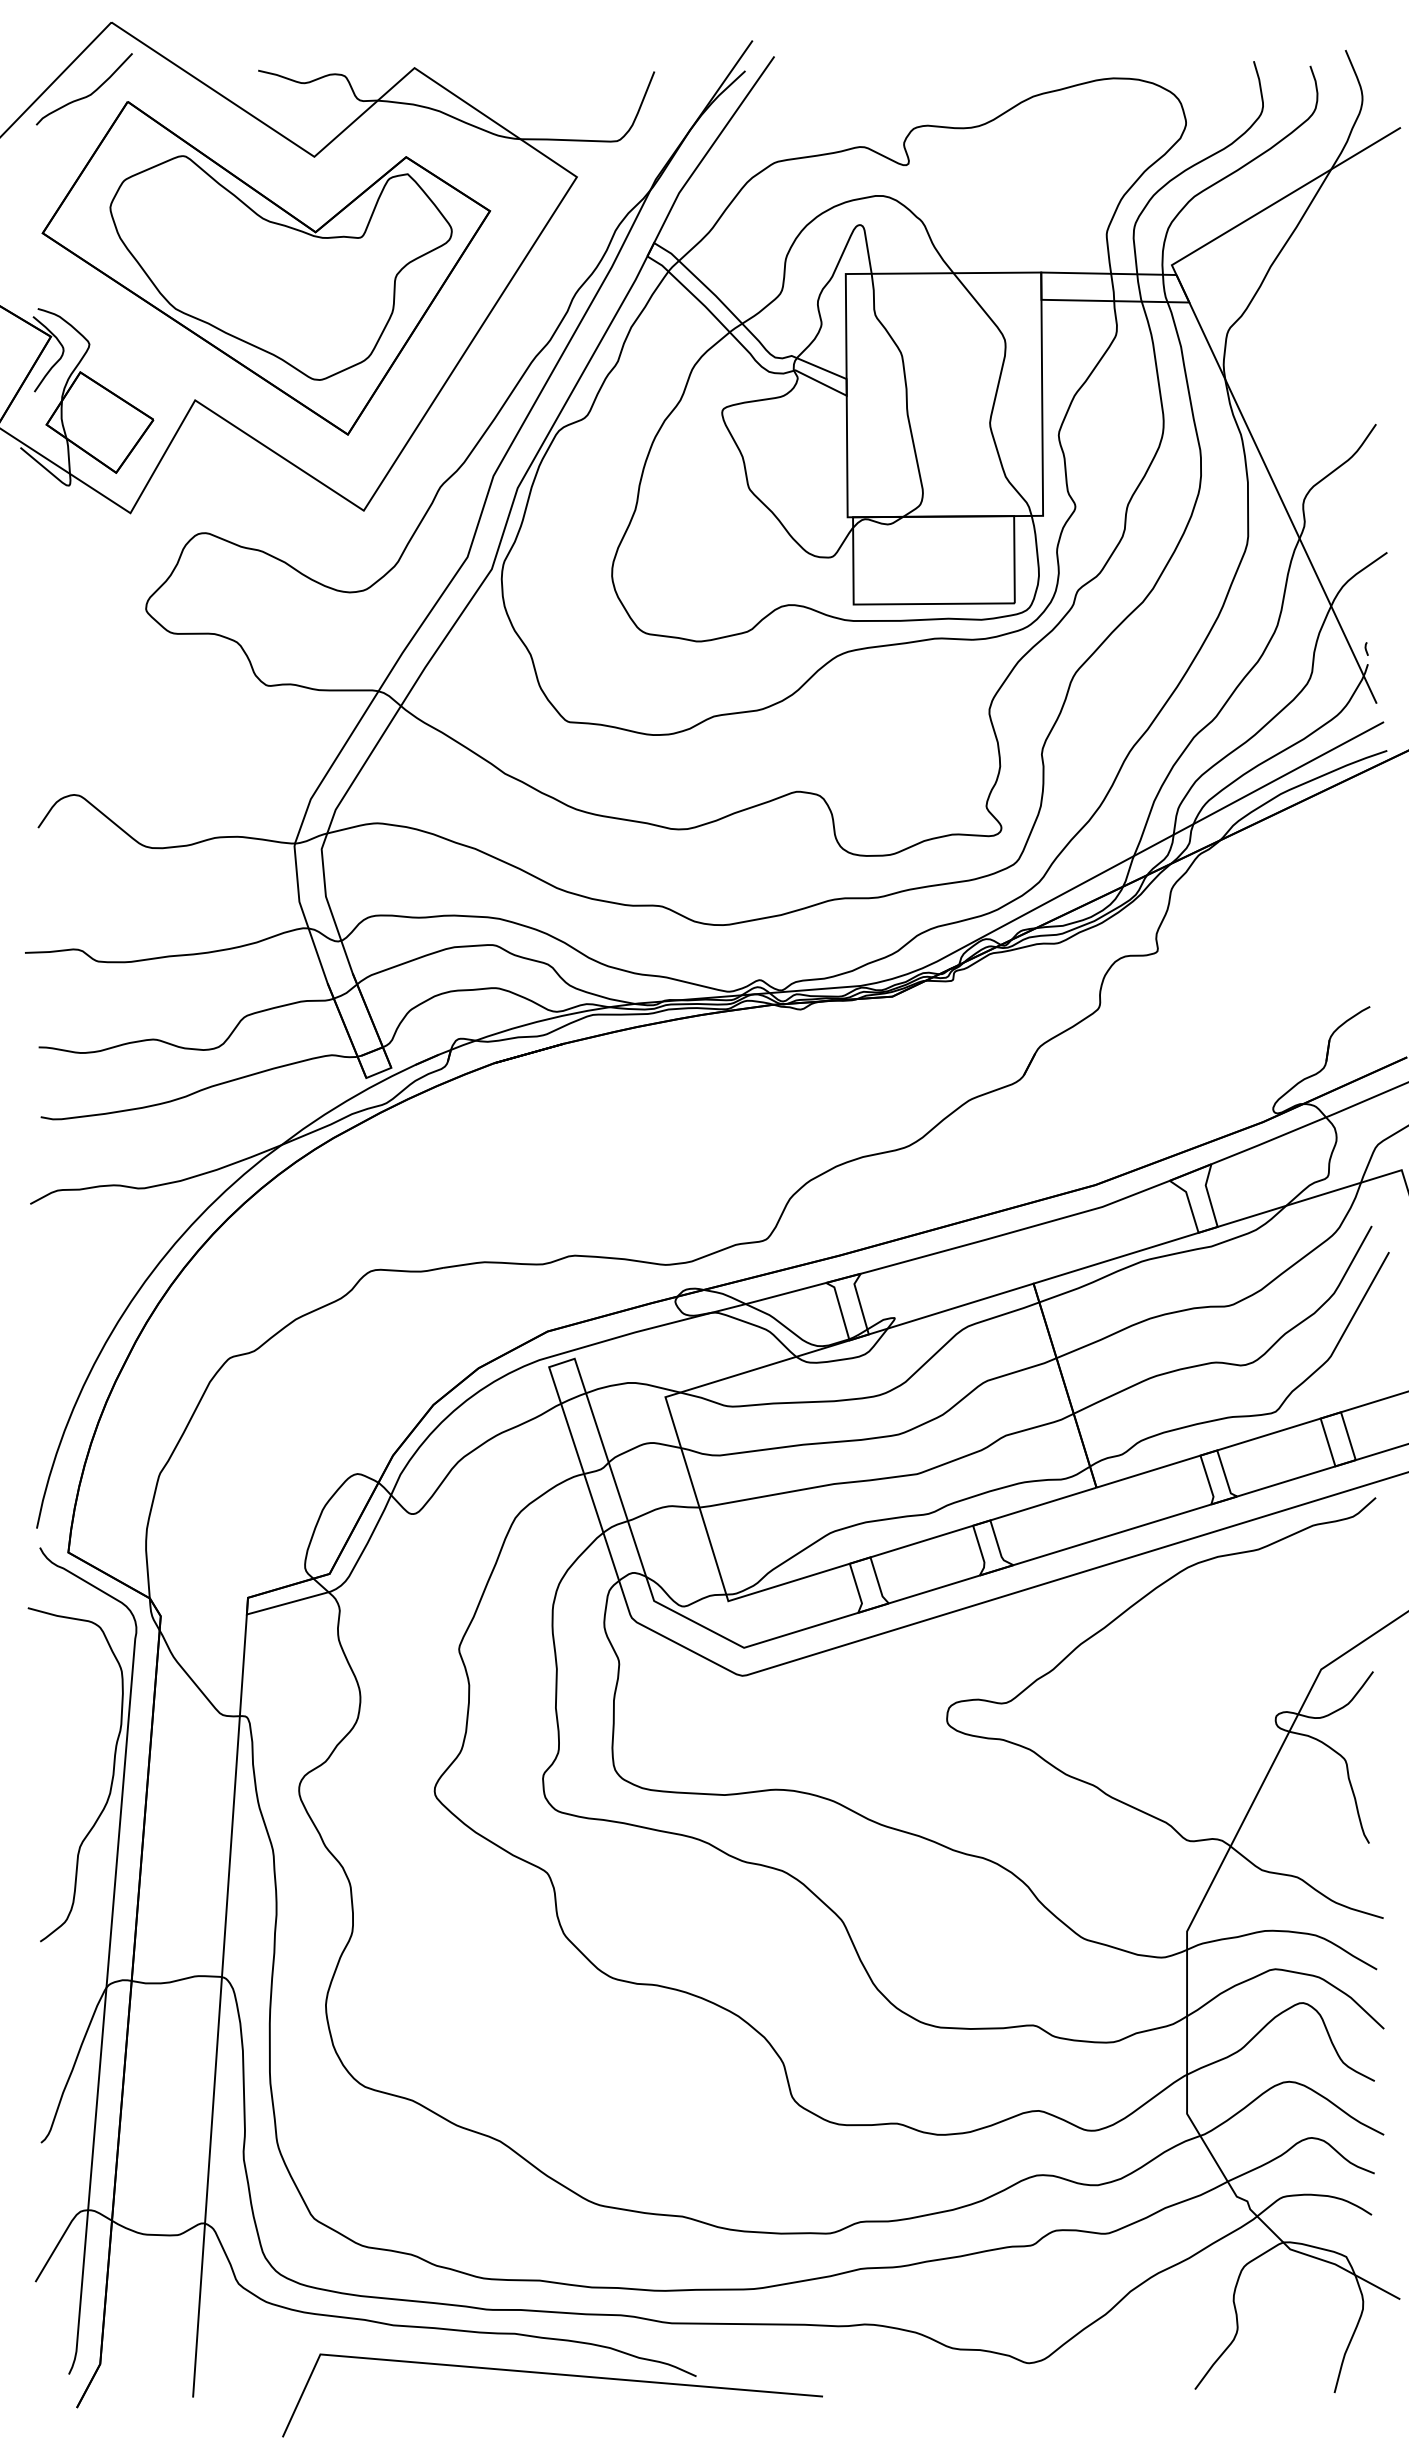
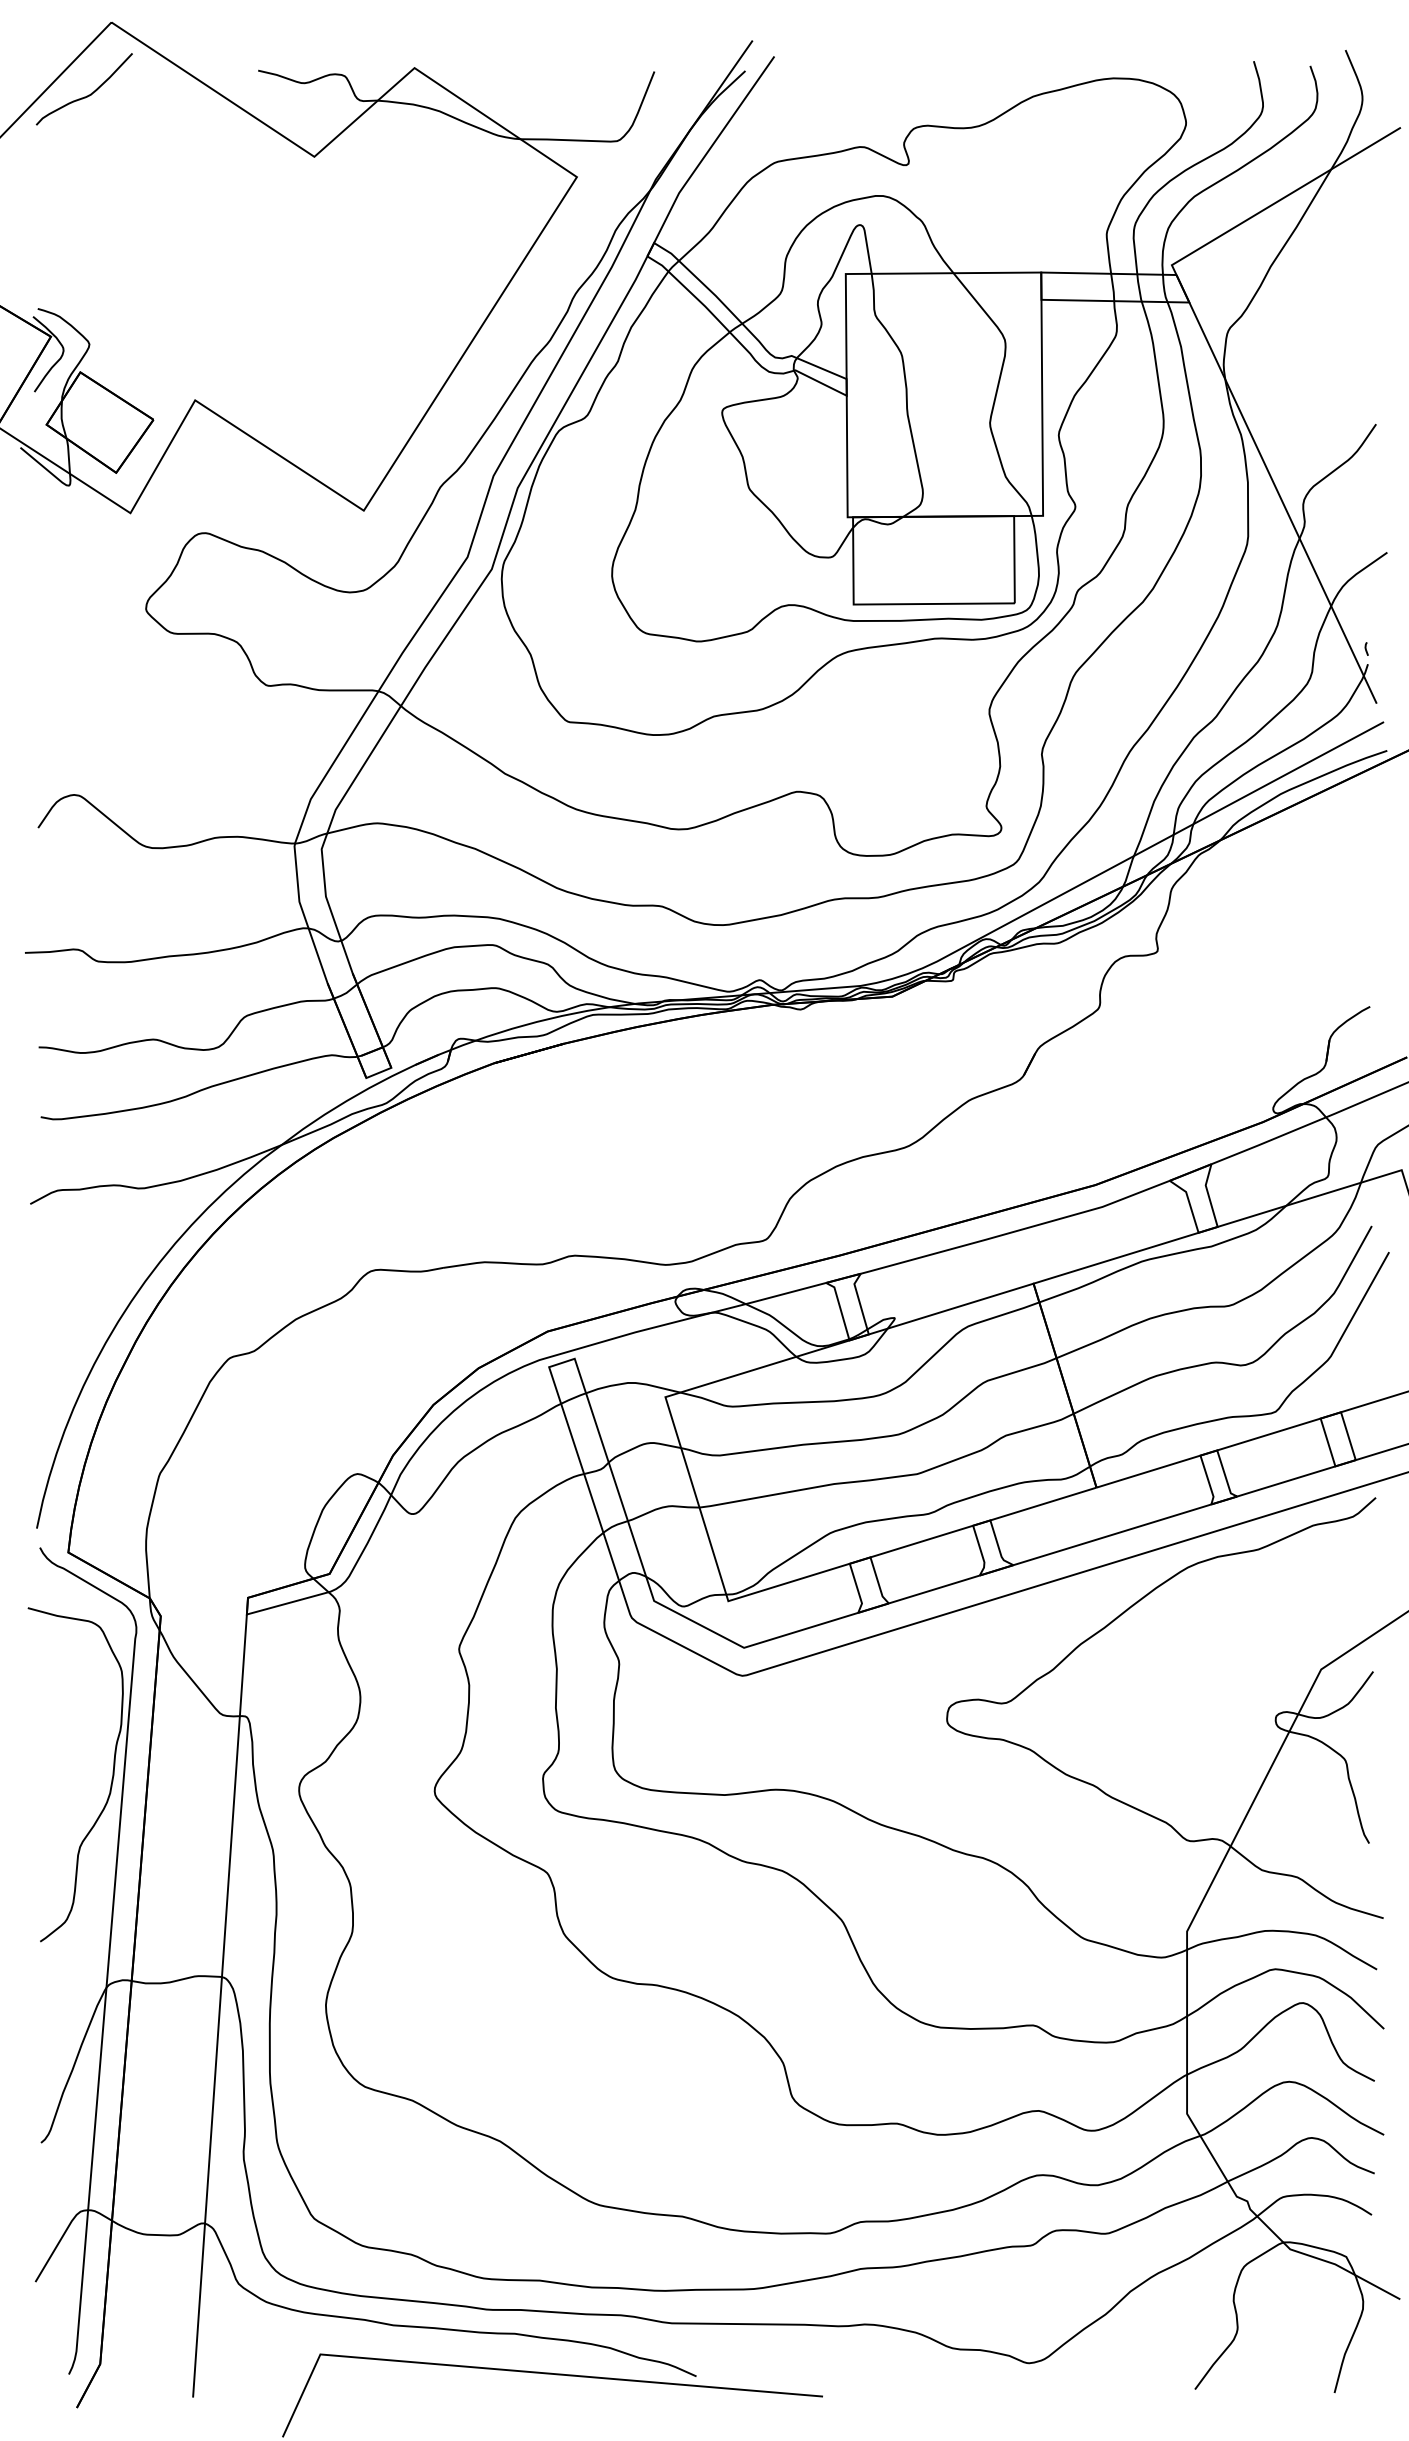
part at (266, 268): present -> none
